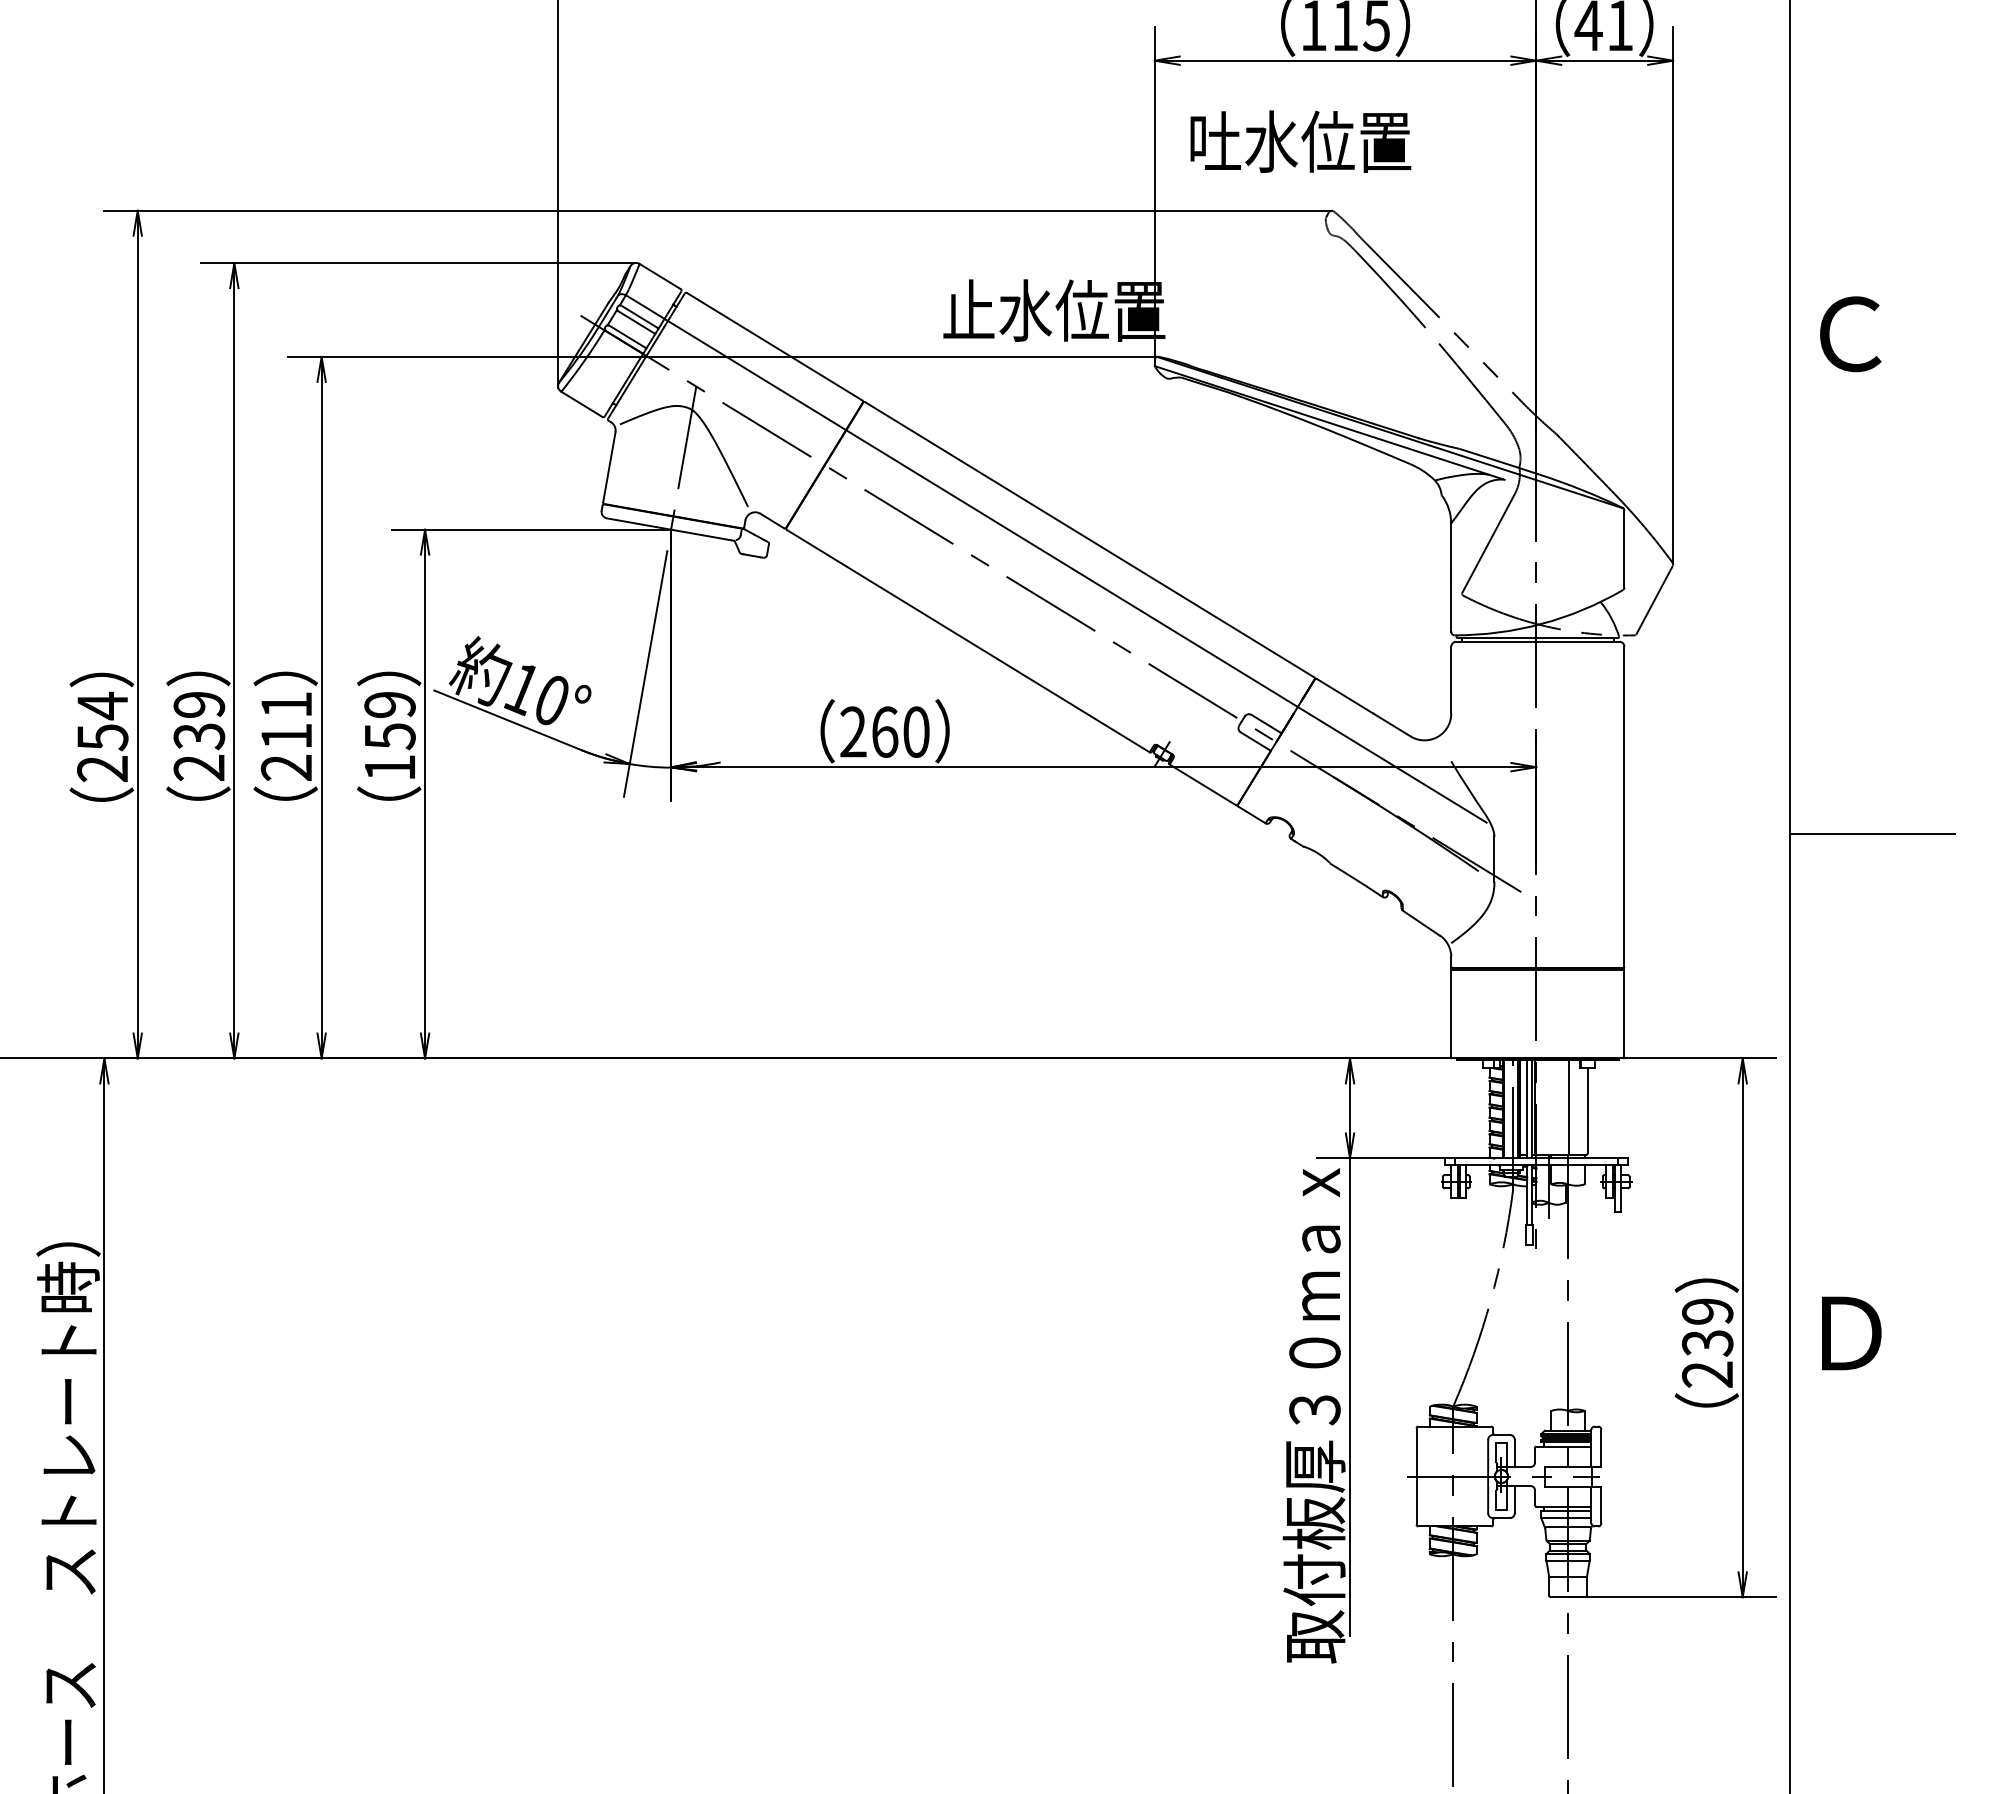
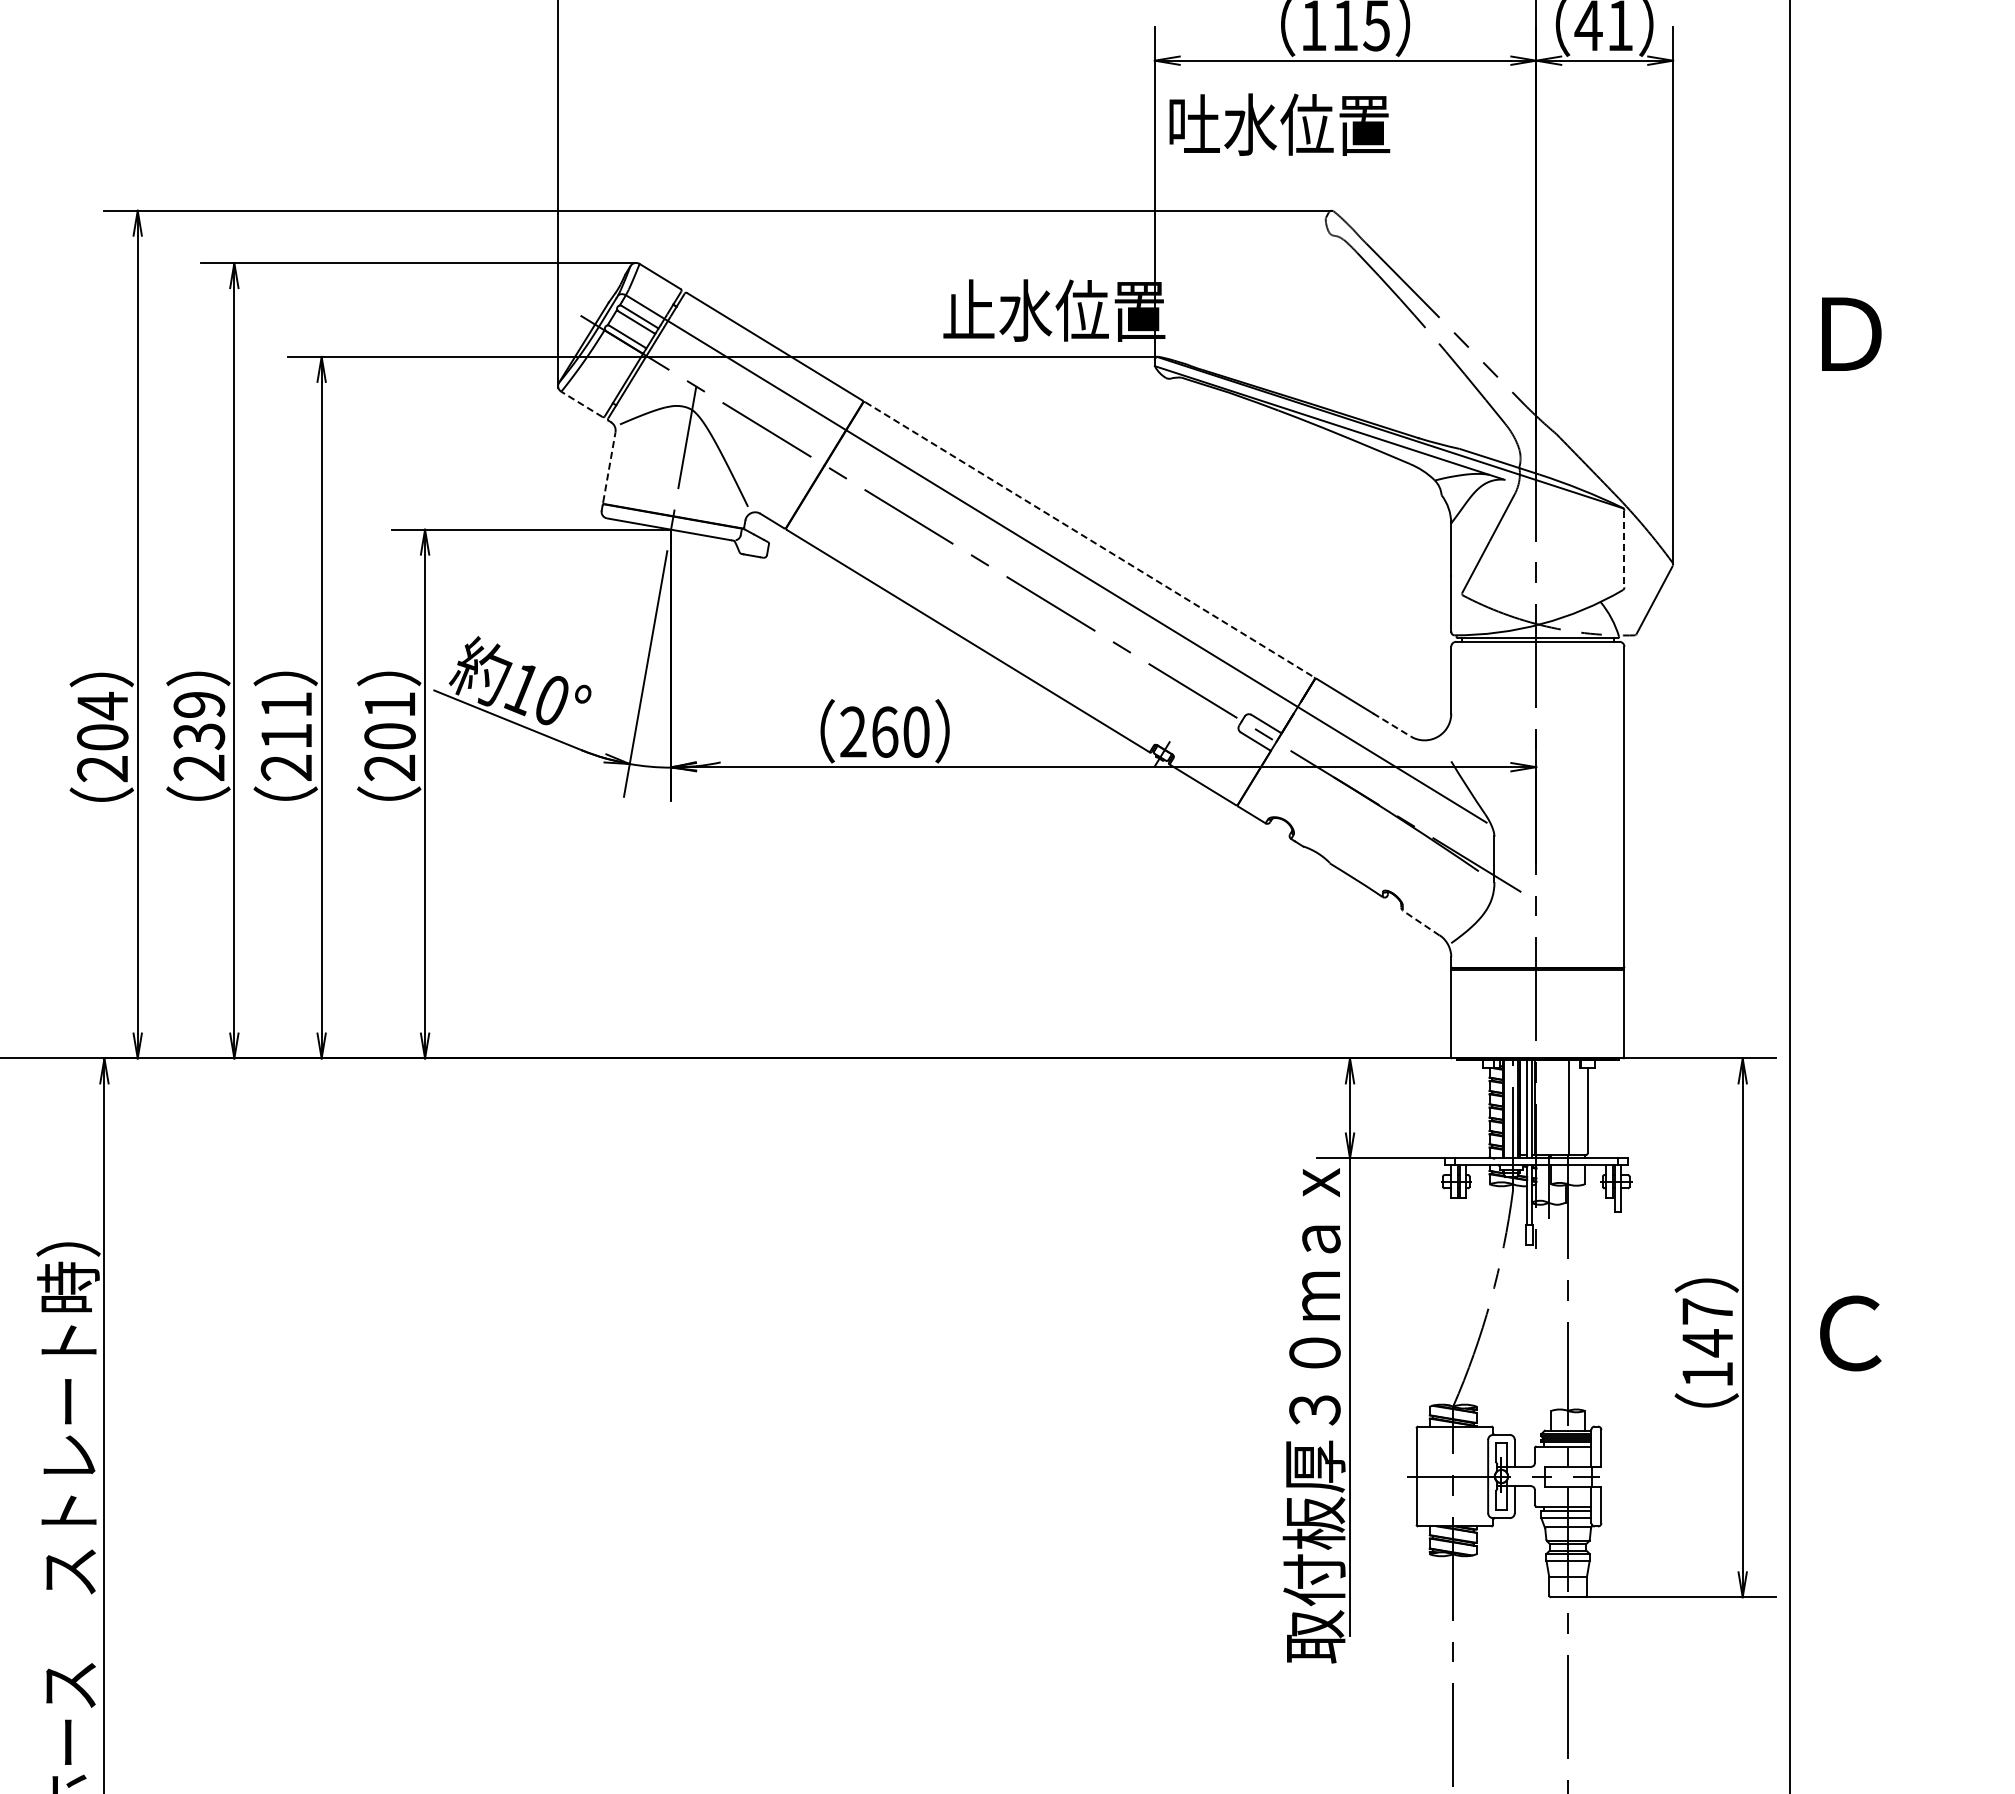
text at (1300, 141) position: (1300, 141) -> (1279, 124)
text at (1850, 334): Ｃ -> Ｄ
line at (581, 404): solid -> dashed
line at (609, 466): solid -> dashed
line at (1090, 540): solid -> dashed
line at (1624, 549): solid -> dashed
line at (1392, 725): solid -> dashed
text at (389, 736): 159 -> 201
text at (102, 737): 254 -> 204
line at (1871, 834): present -> none
line at (1420, 922): solid -> dashed
text at (1850, 1333): Ｄ -> Ｃ
text at (1707, 1342): 239 -> 147
